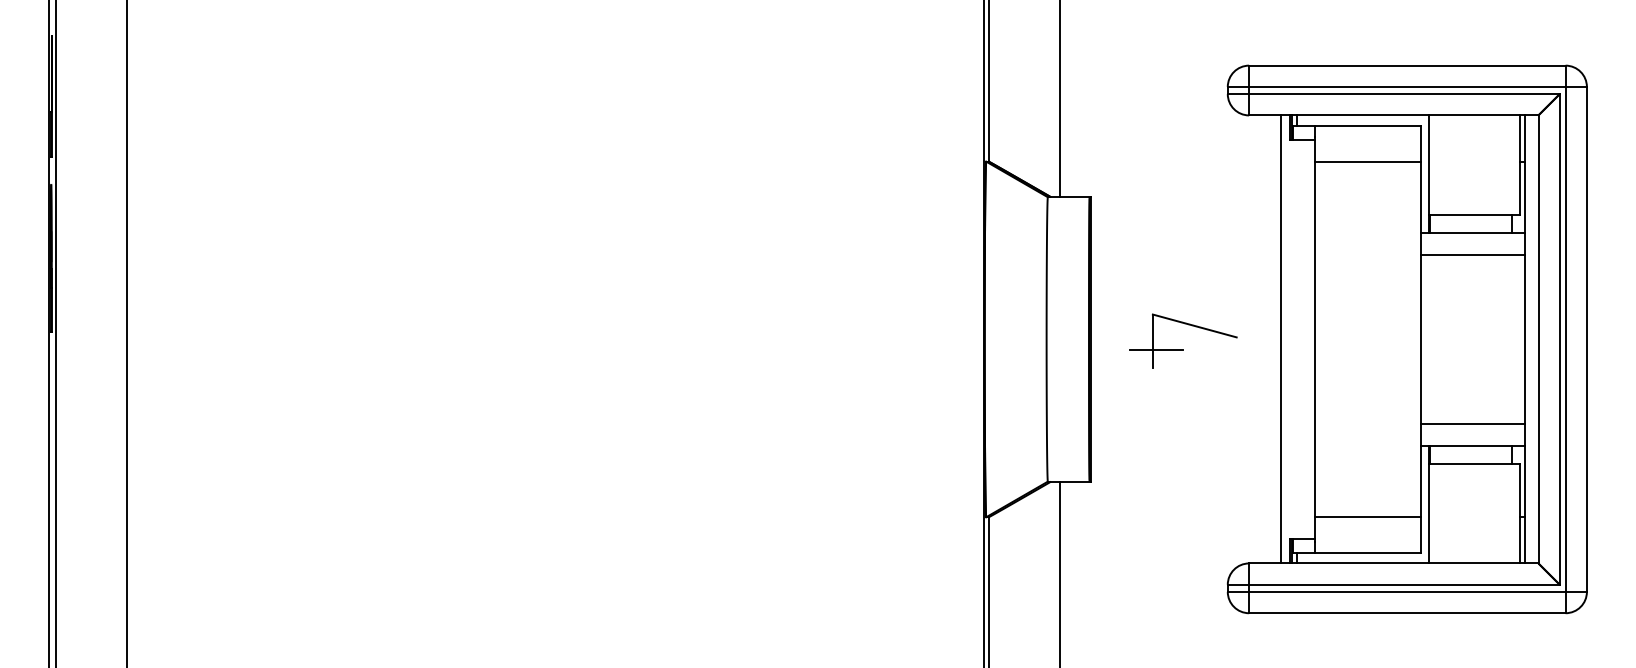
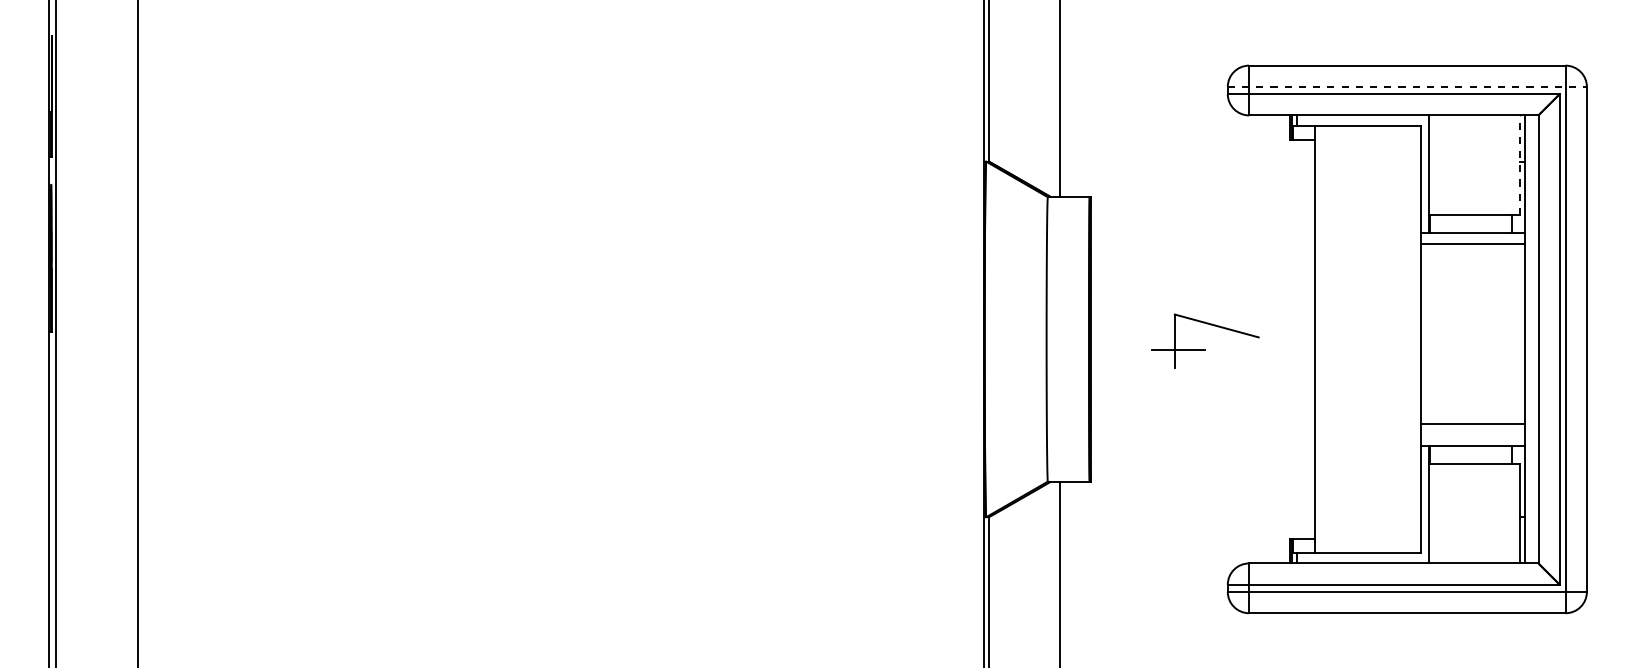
line at (1407, 86): solid -> dashed
line at (1367, 161): present -> none
line at (1520, 165): solid -> dashed
line at (1472, 254) position: (1472, 254) -> (1472, 243)
line at (126, 333) position: (126, 333) -> (137, 333)
line at (1280, 339): present -> none
part at (1183, 349) position: (1183, 349) -> (1205, 349)
line at (1367, 517): present -> none
